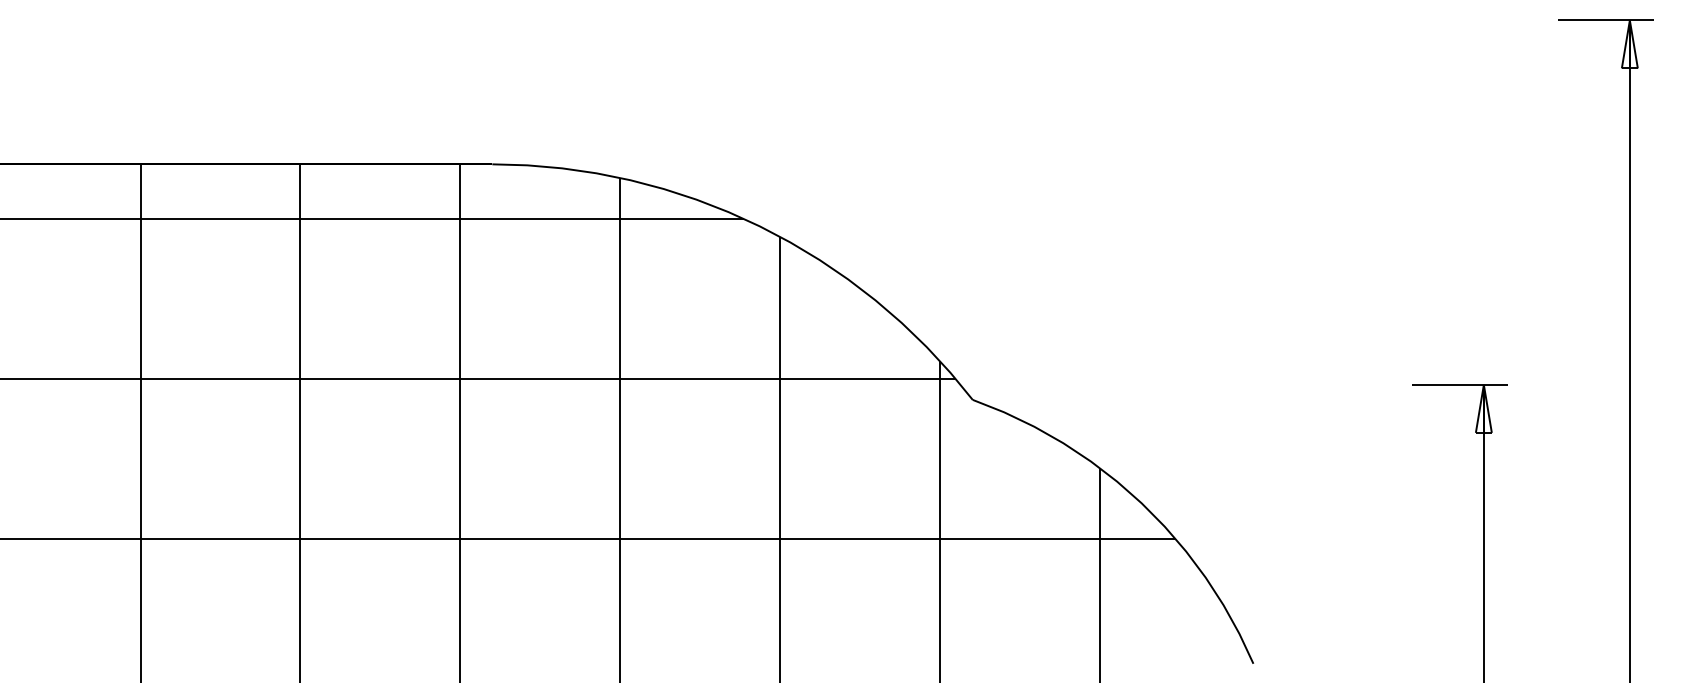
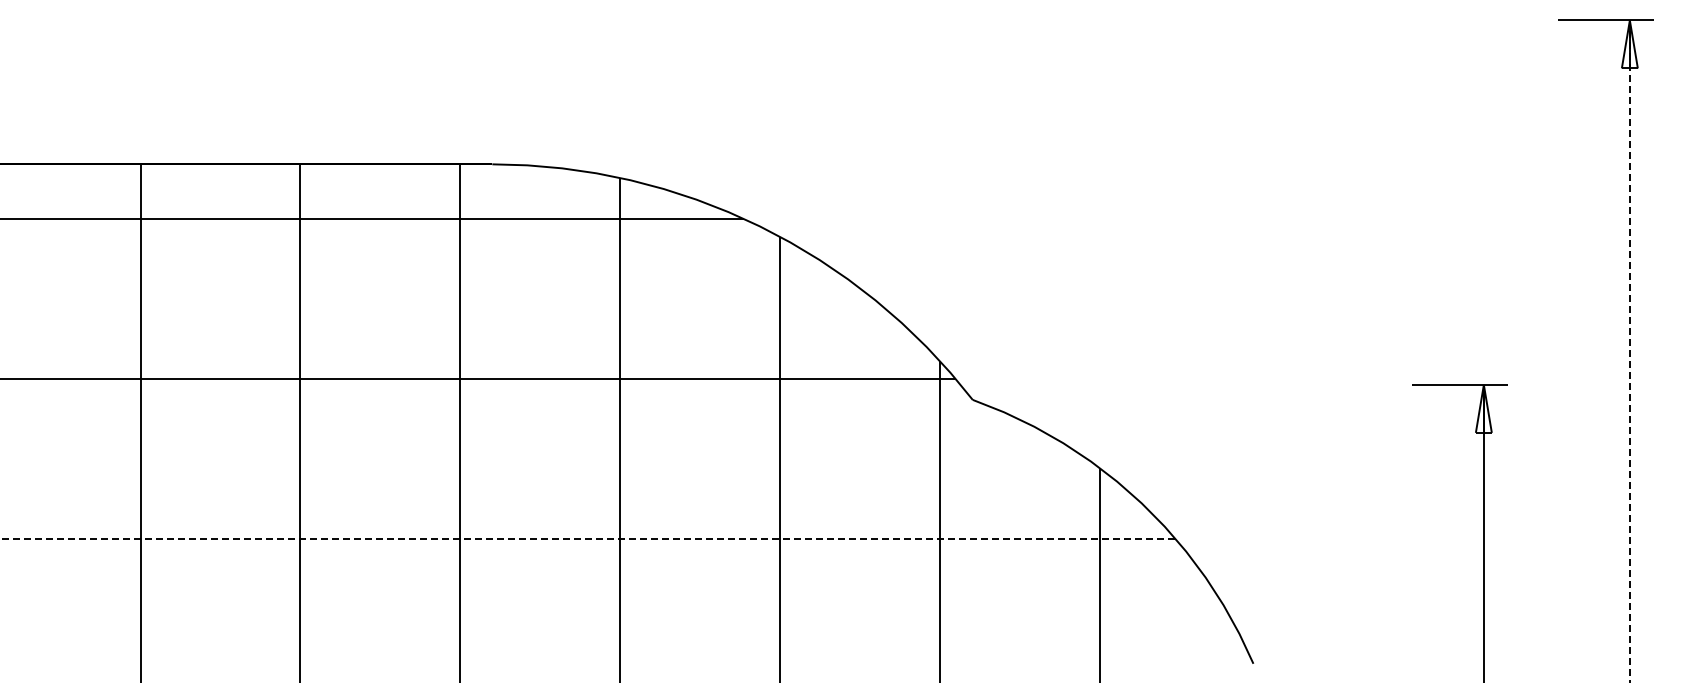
line at (1629, 351): solid -> dashed
line at (587, 538): solid -> dashed
